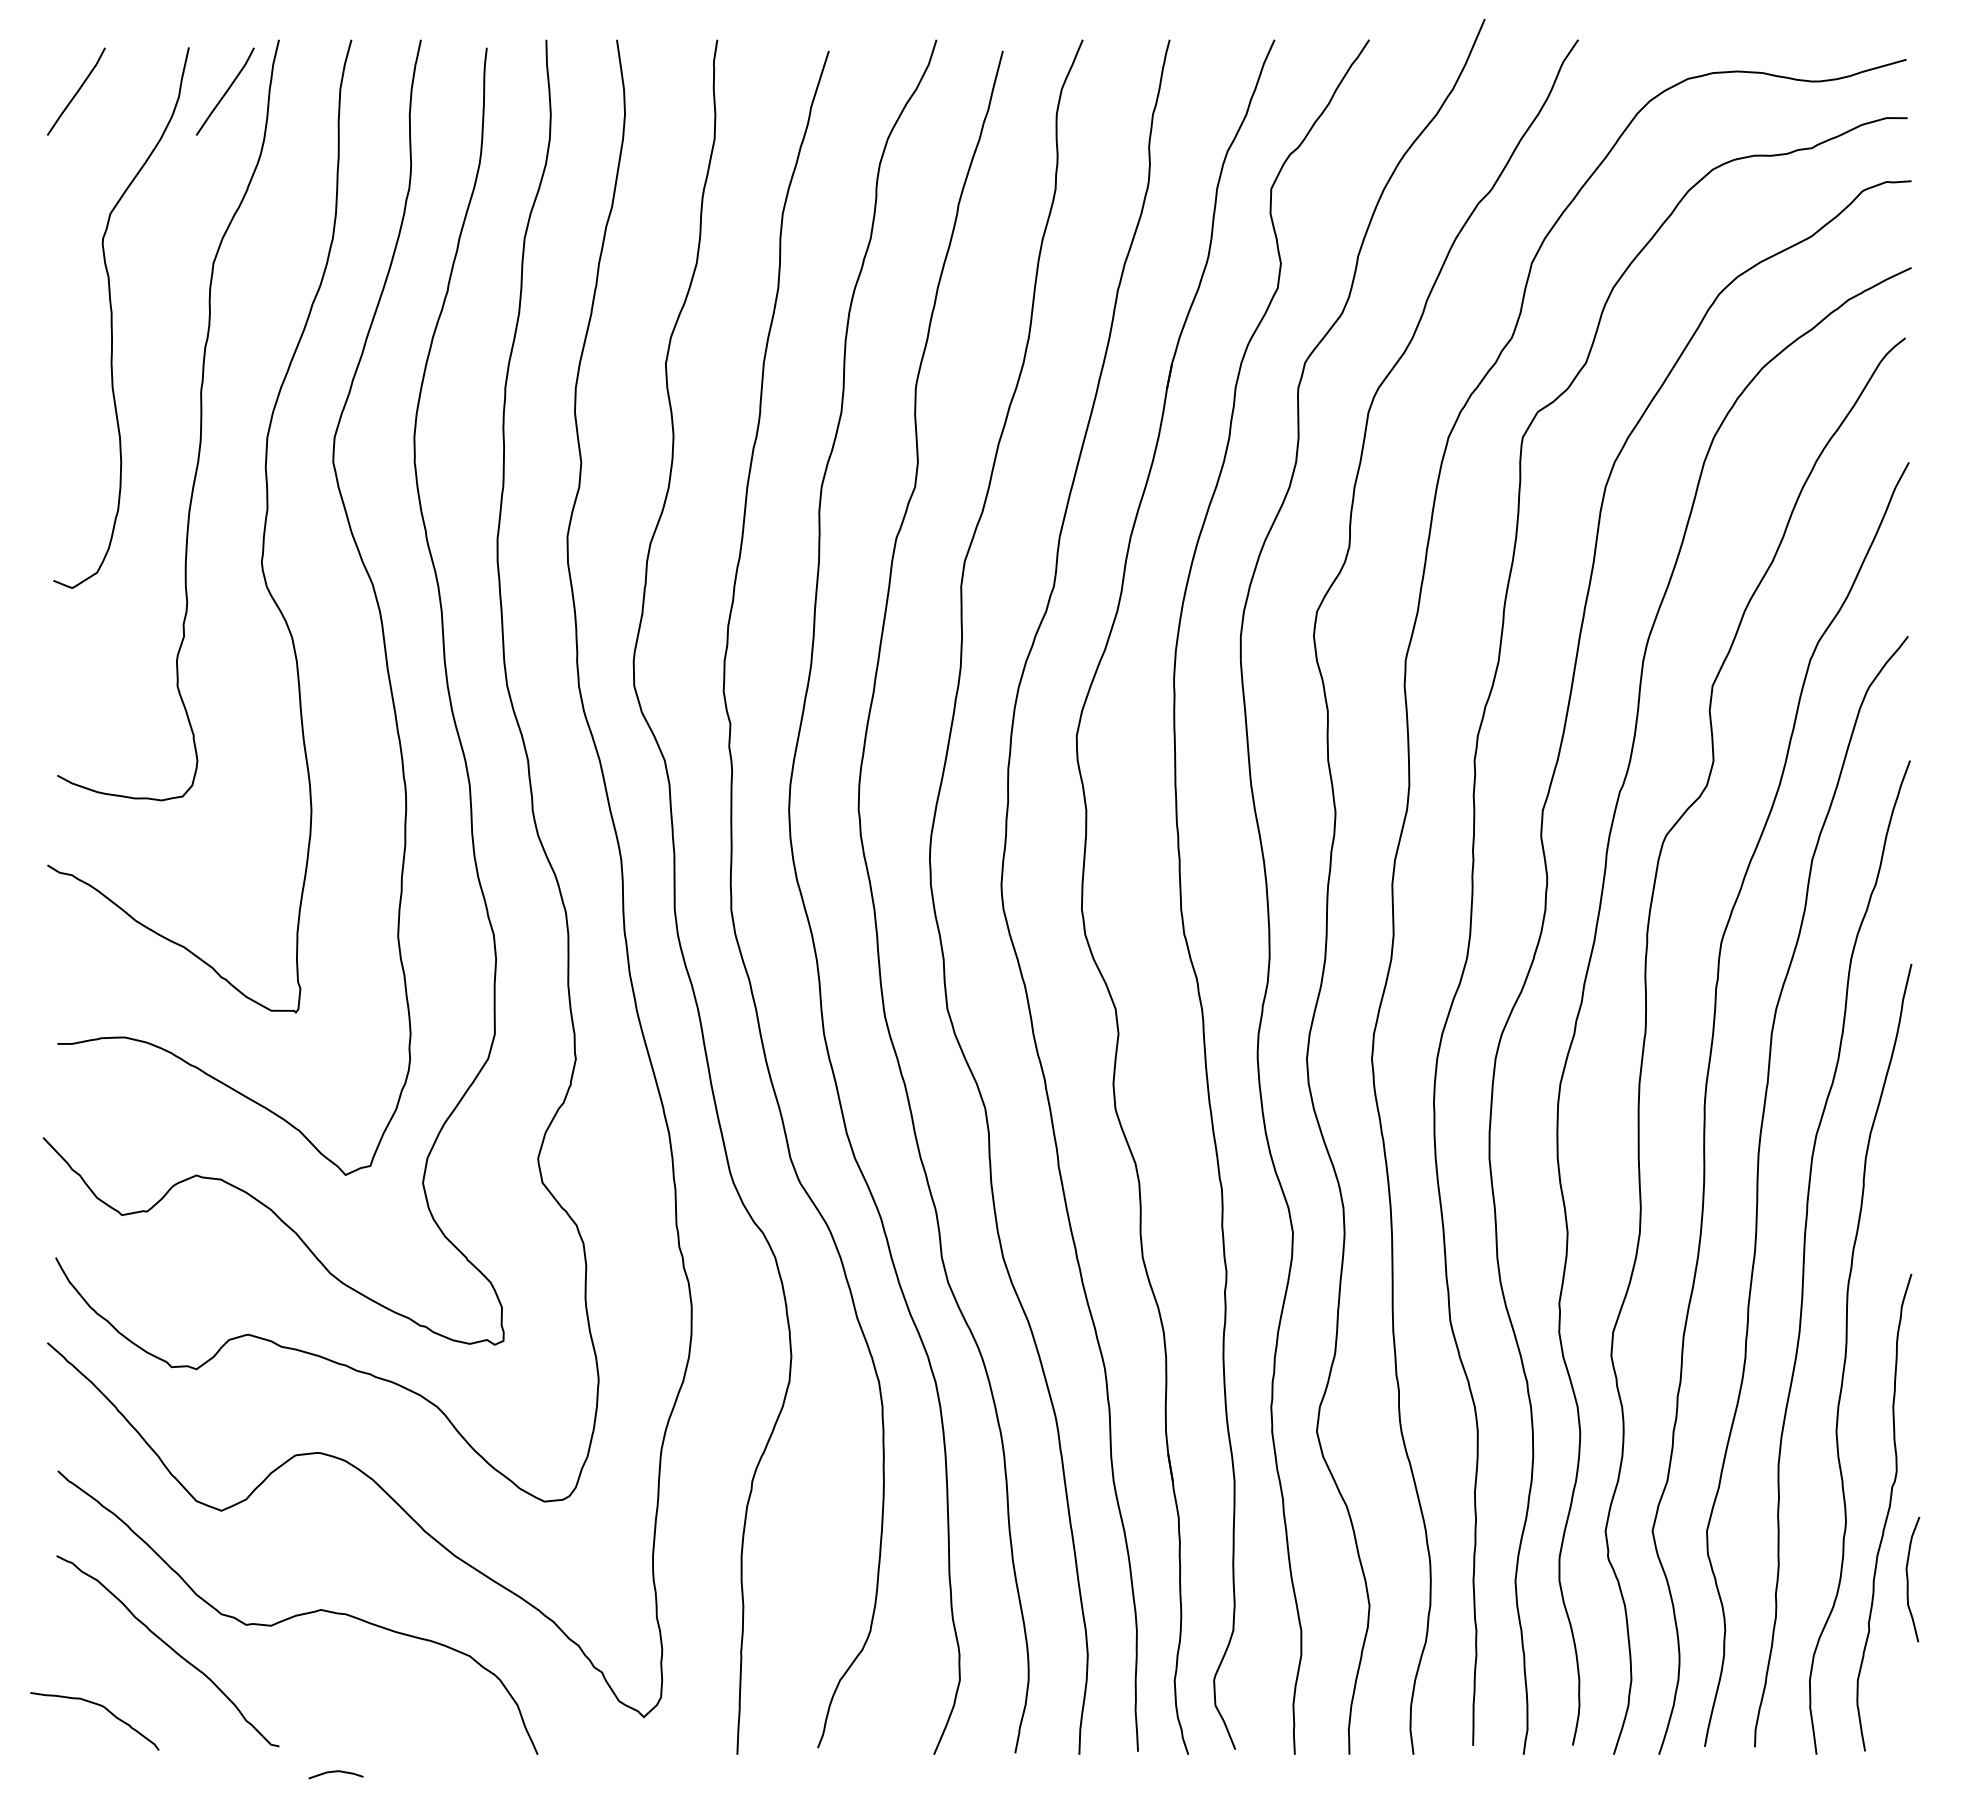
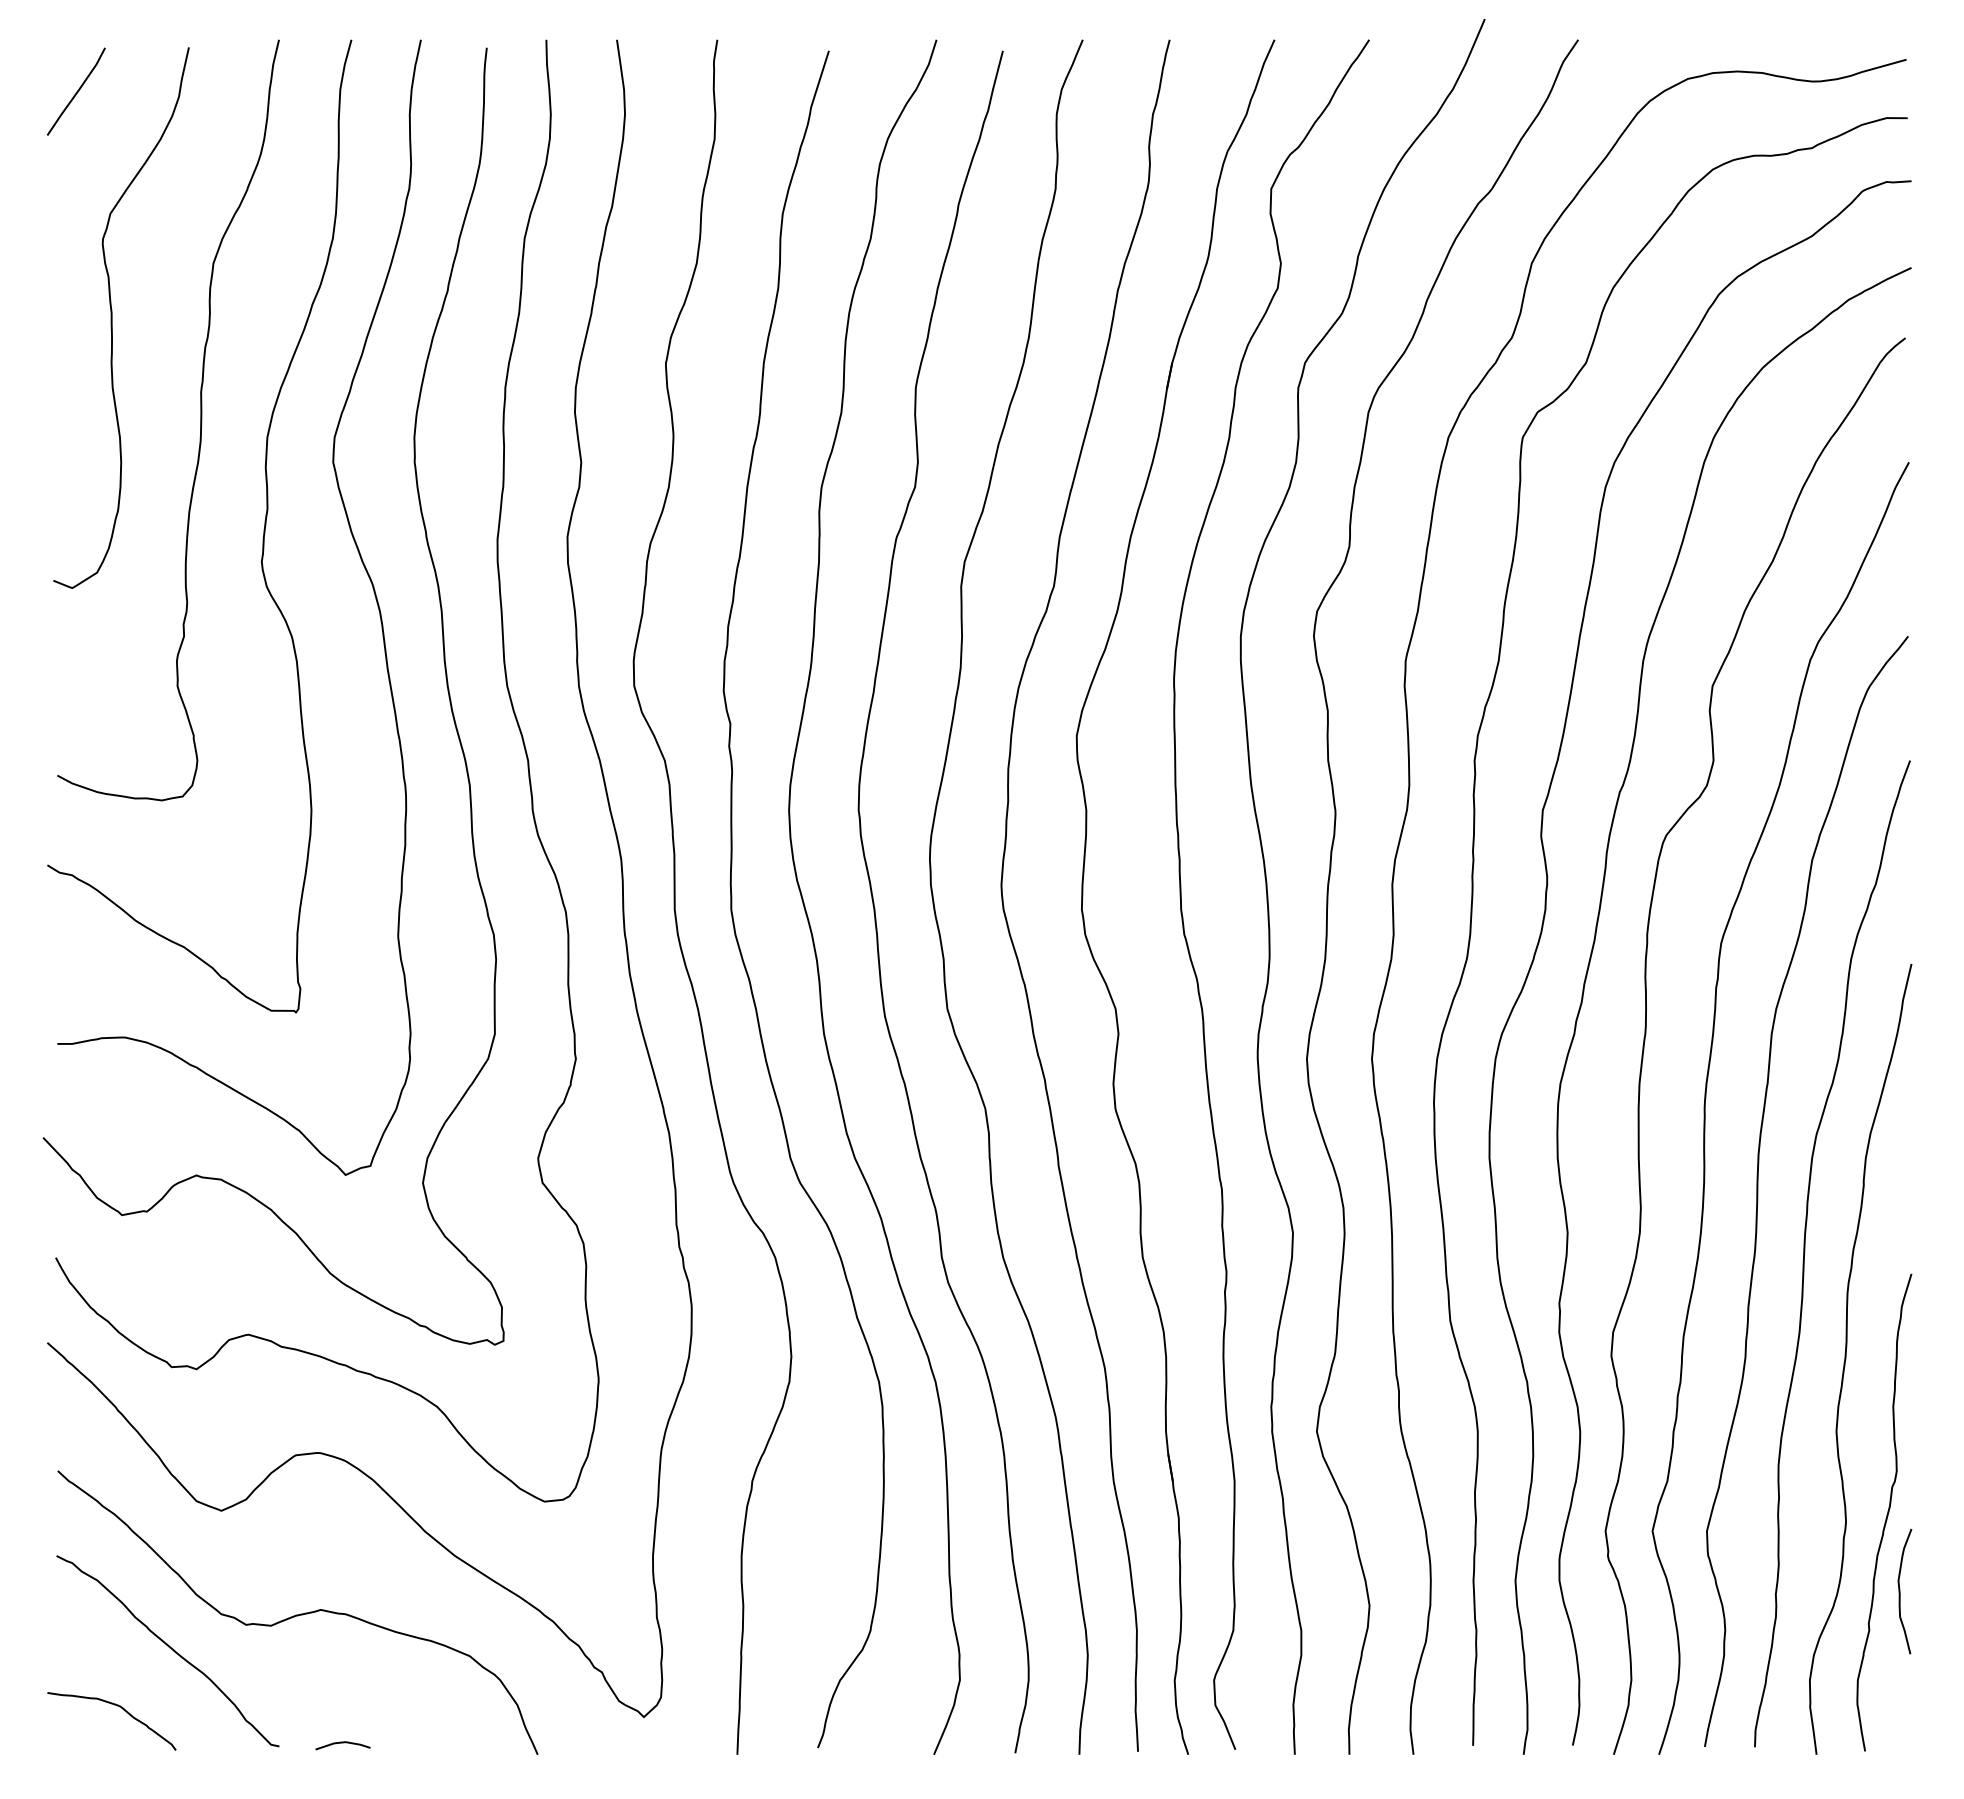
curve at (225, 91): present -> none
curve at (1908, 1579) position: (1908, 1579) -> (1900, 1591)
curve at (102, 1707) position: (102, 1707) -> (119, 1707)
line at (335, 1772) position: (335, 1772) -> (342, 1743)
